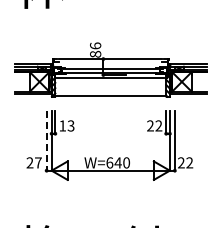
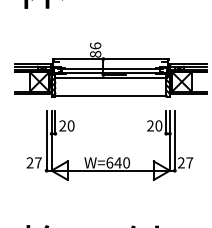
text at (66, 125): 13 -> 20
text at (158, 125): 22 -> 20
line at (46, 141): dashed -> solid
text at (189, 162): 22 -> 27
